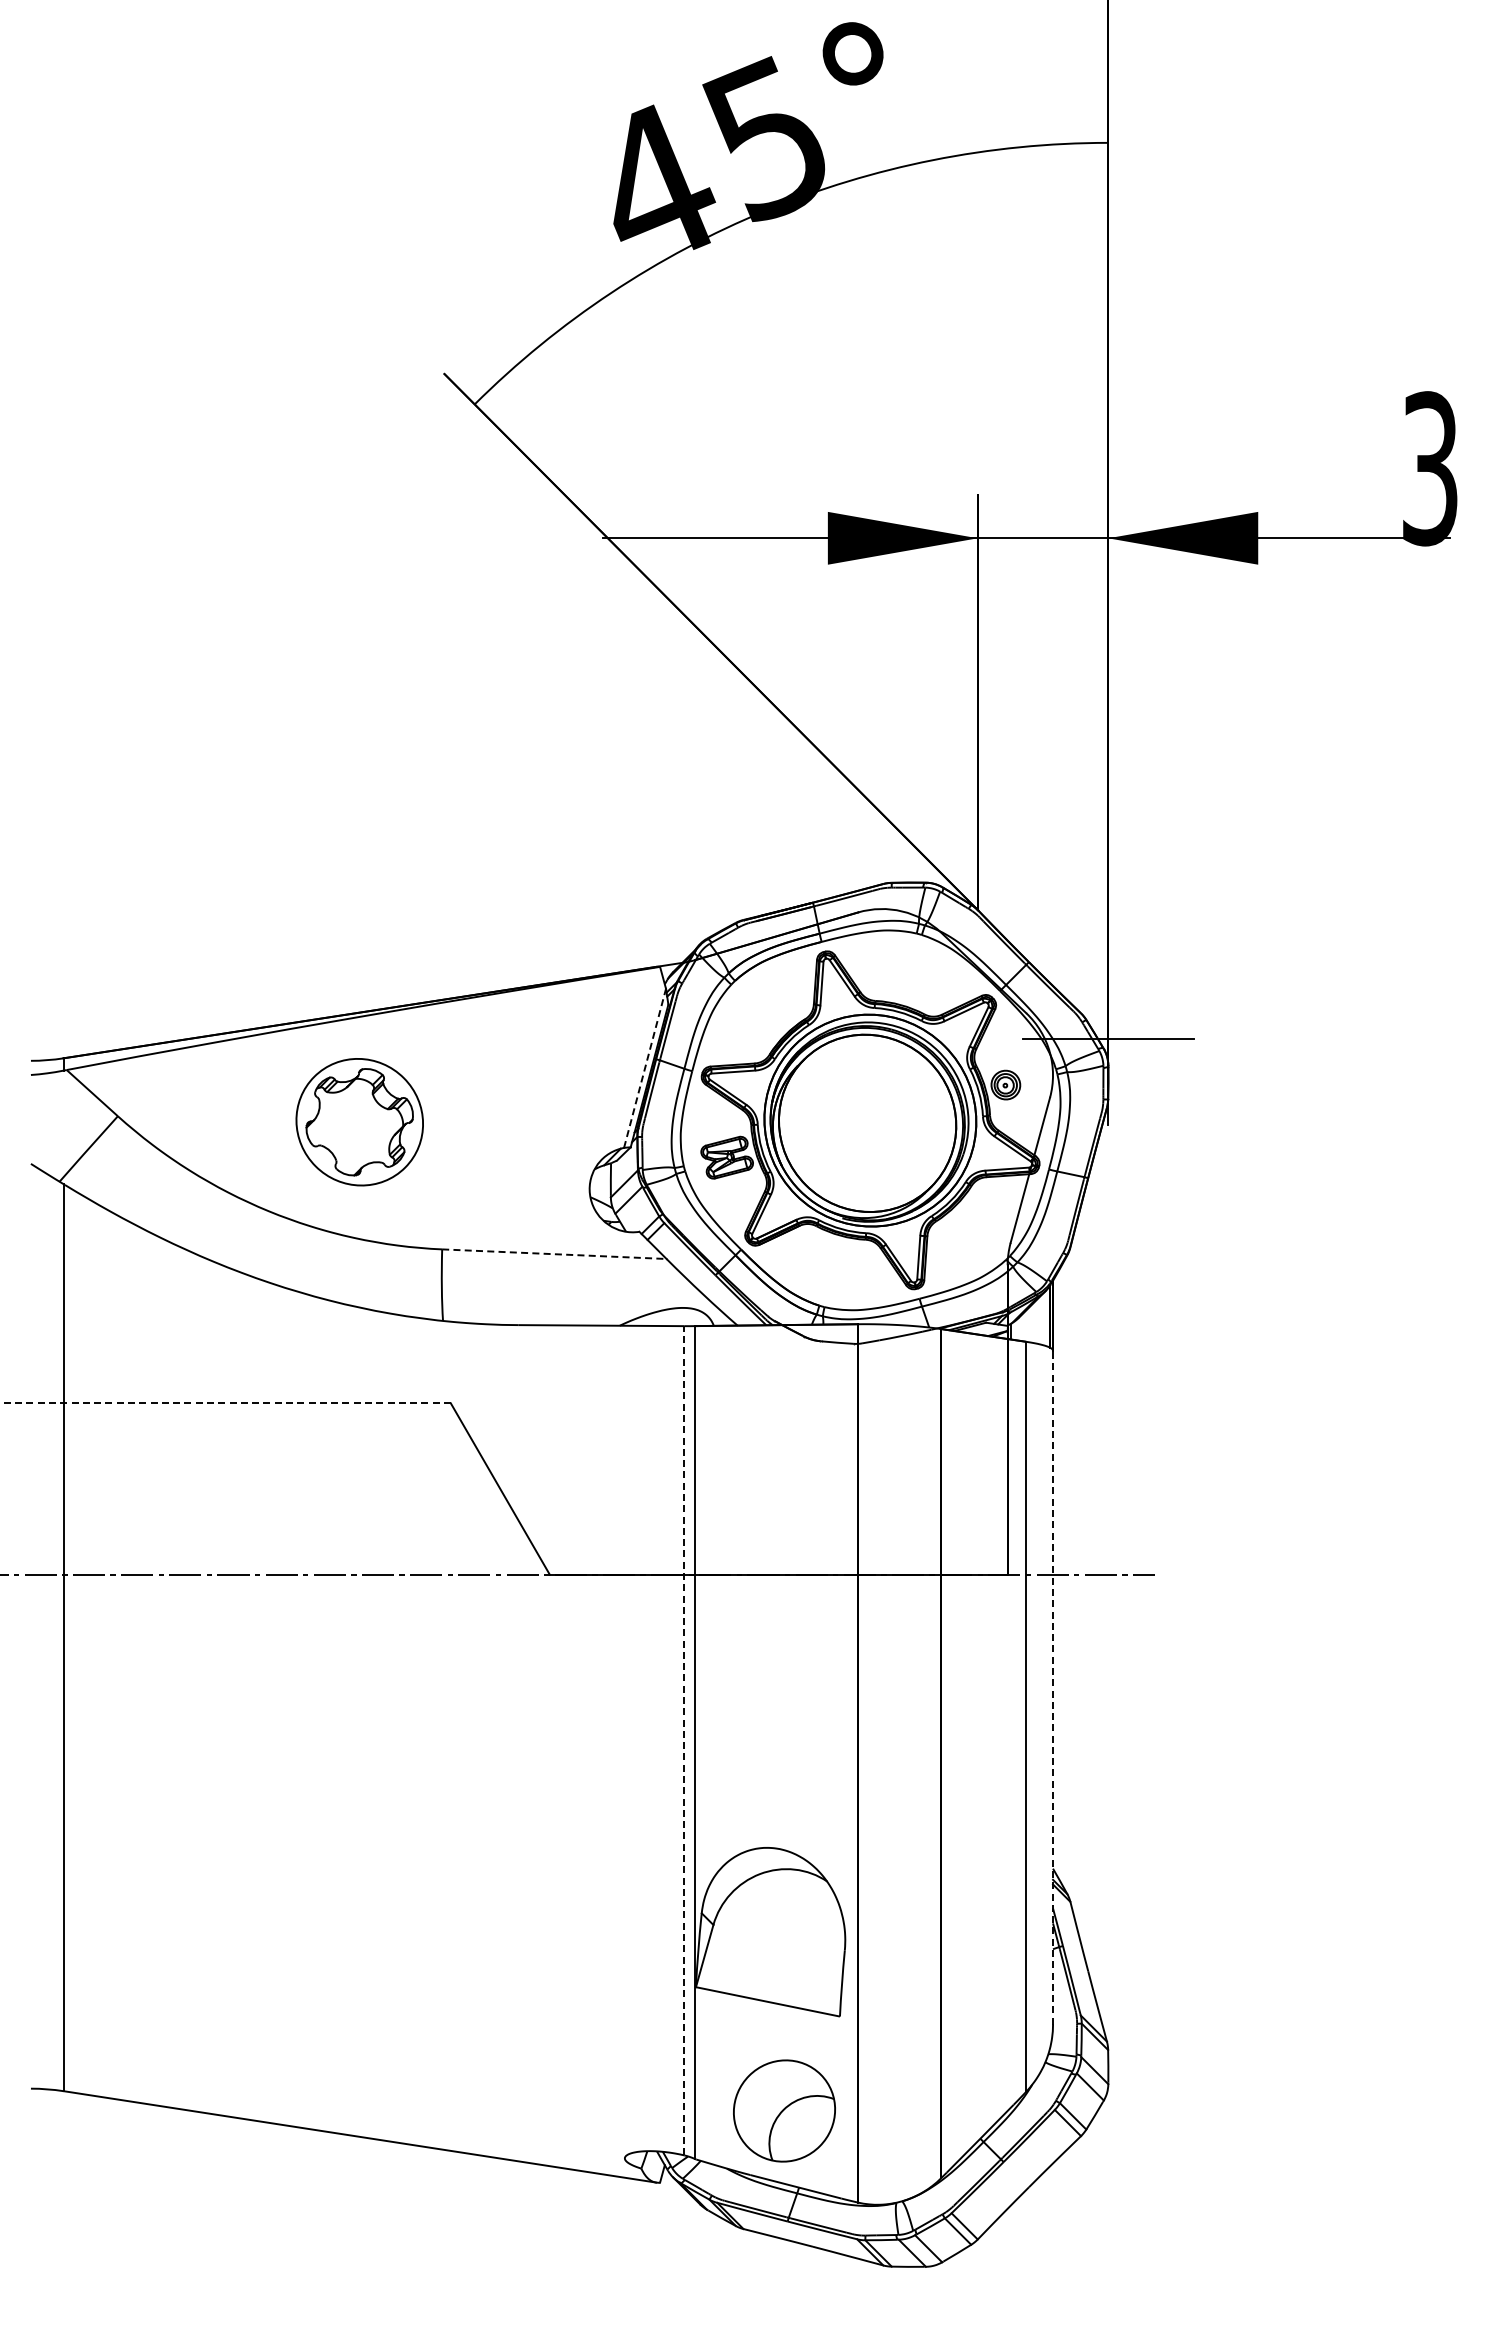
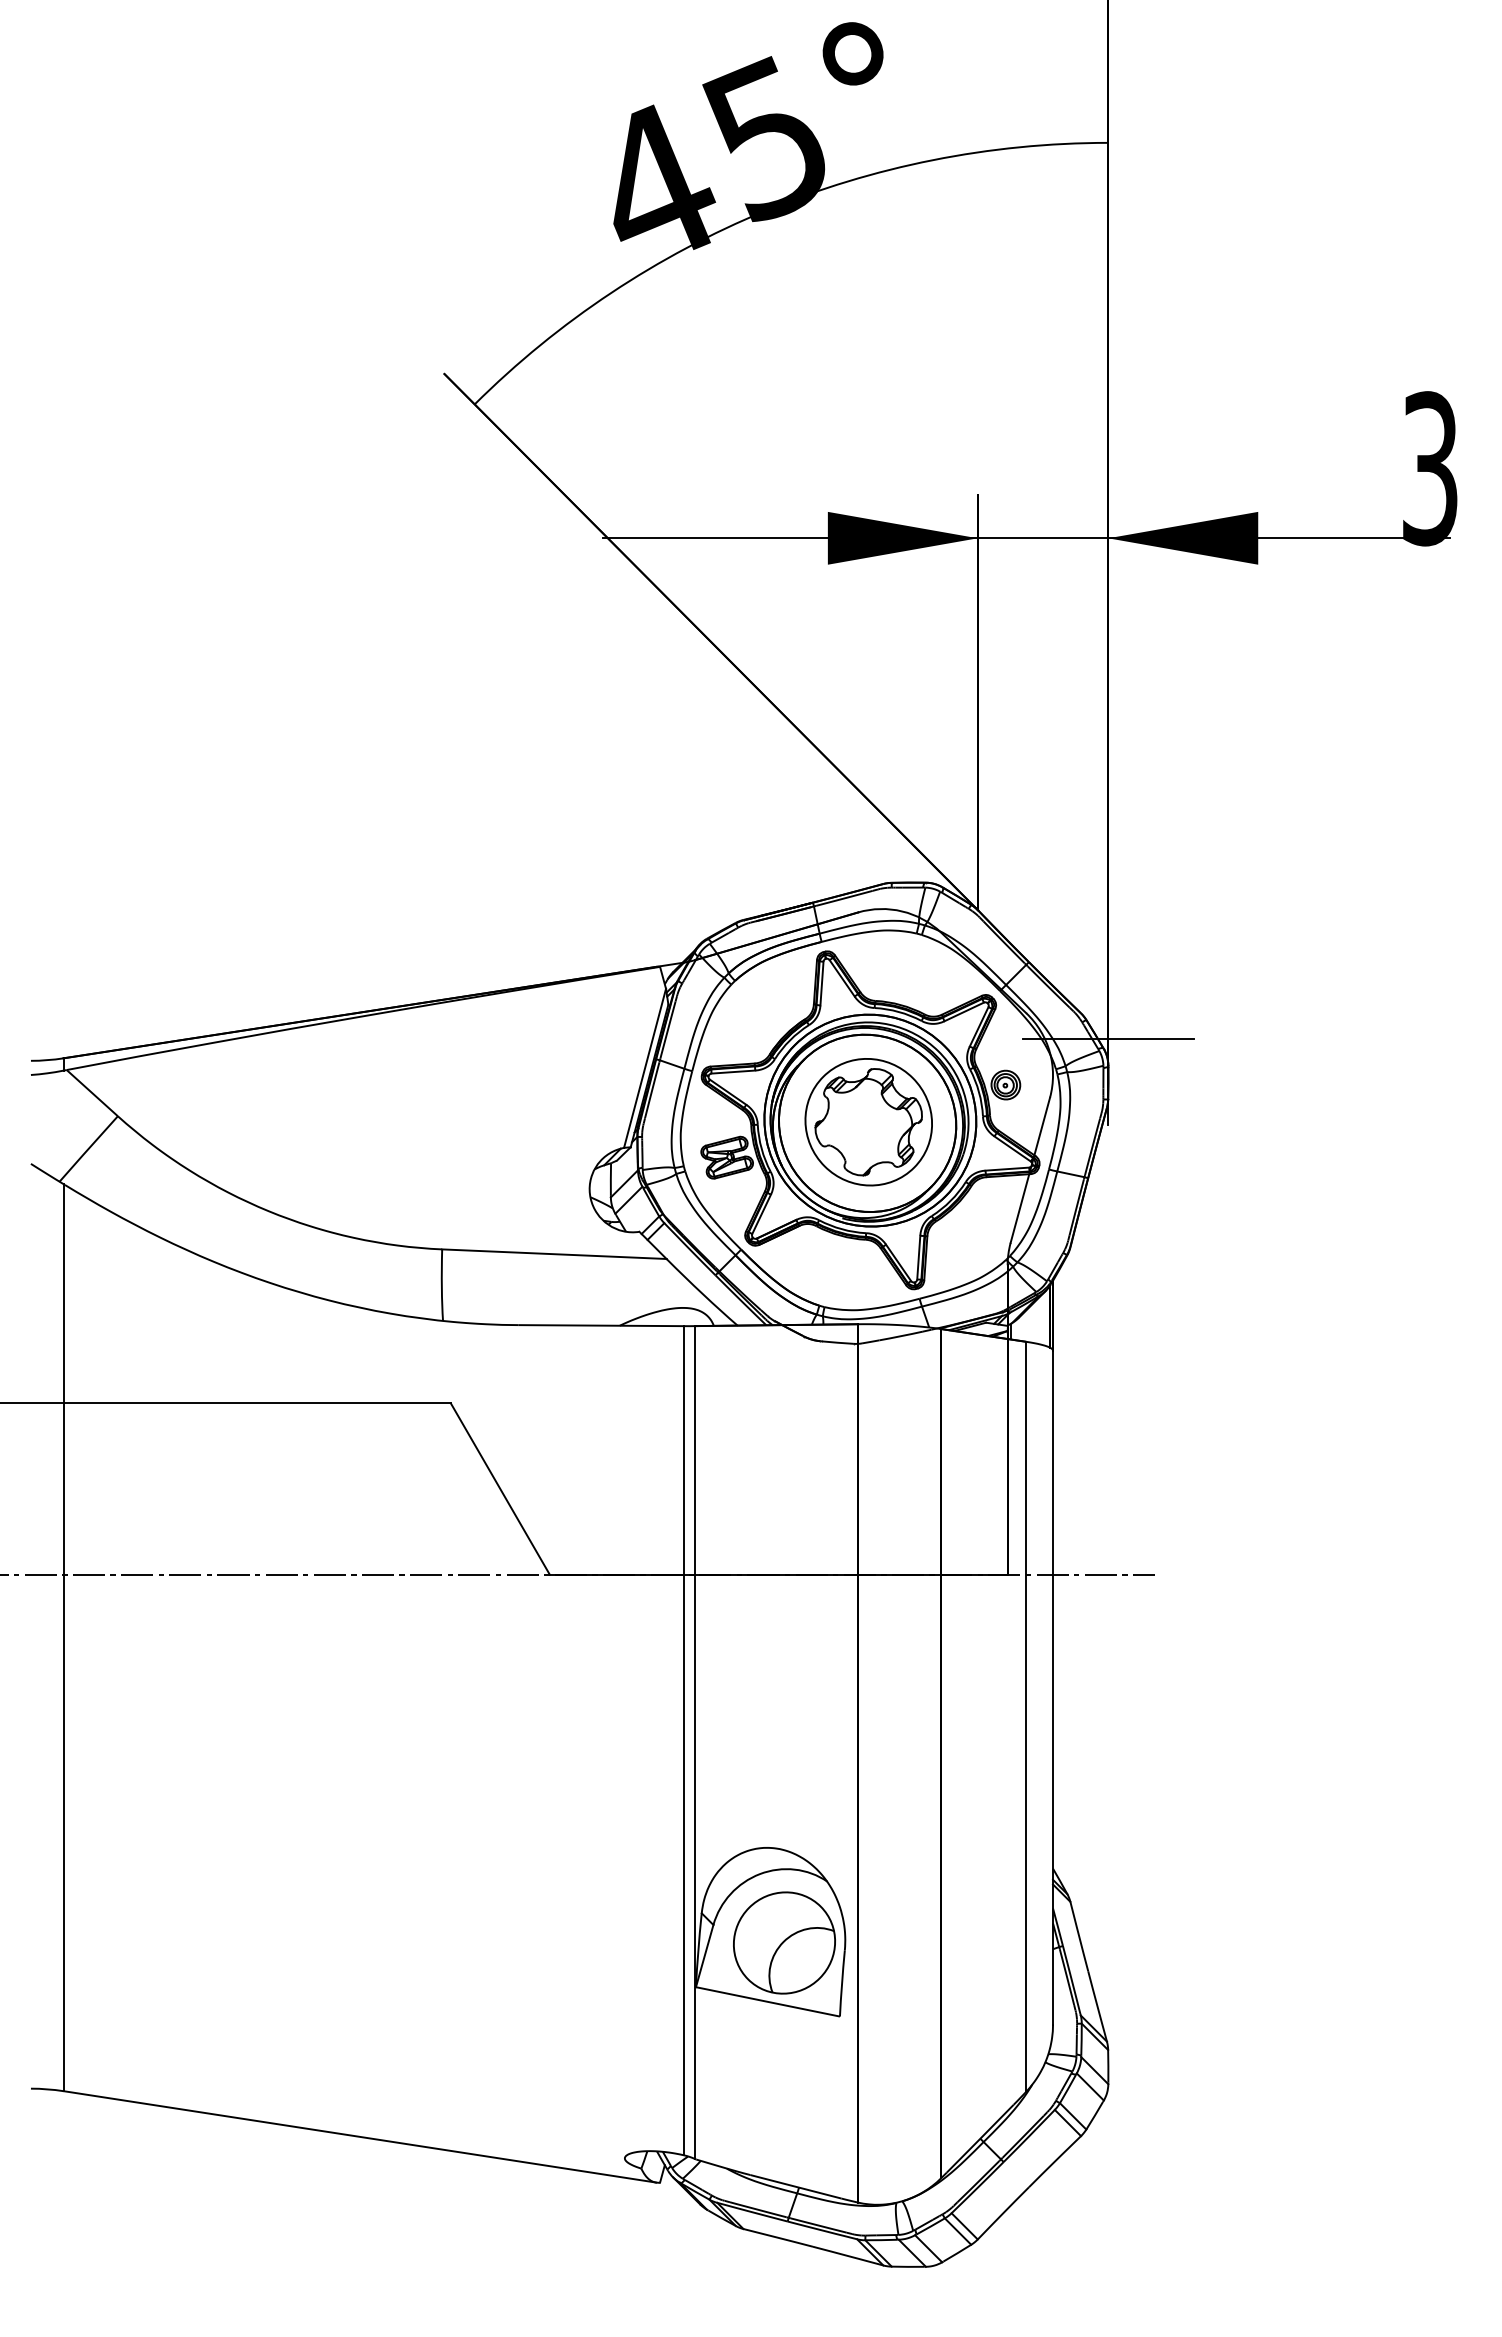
line at (645, 1067): dashed -> solid
part at (359, 1122) position: (359, 1122) -> (868, 1122)
line at (554, 1254): dashed -> solid
line at (225, 1403): dashed -> solid
line at (1053, 1687): dashed -> solid
line at (684, 1740): dashed -> solid
part at (784, 2110) position: (784, 2110) -> (784, 1942)
